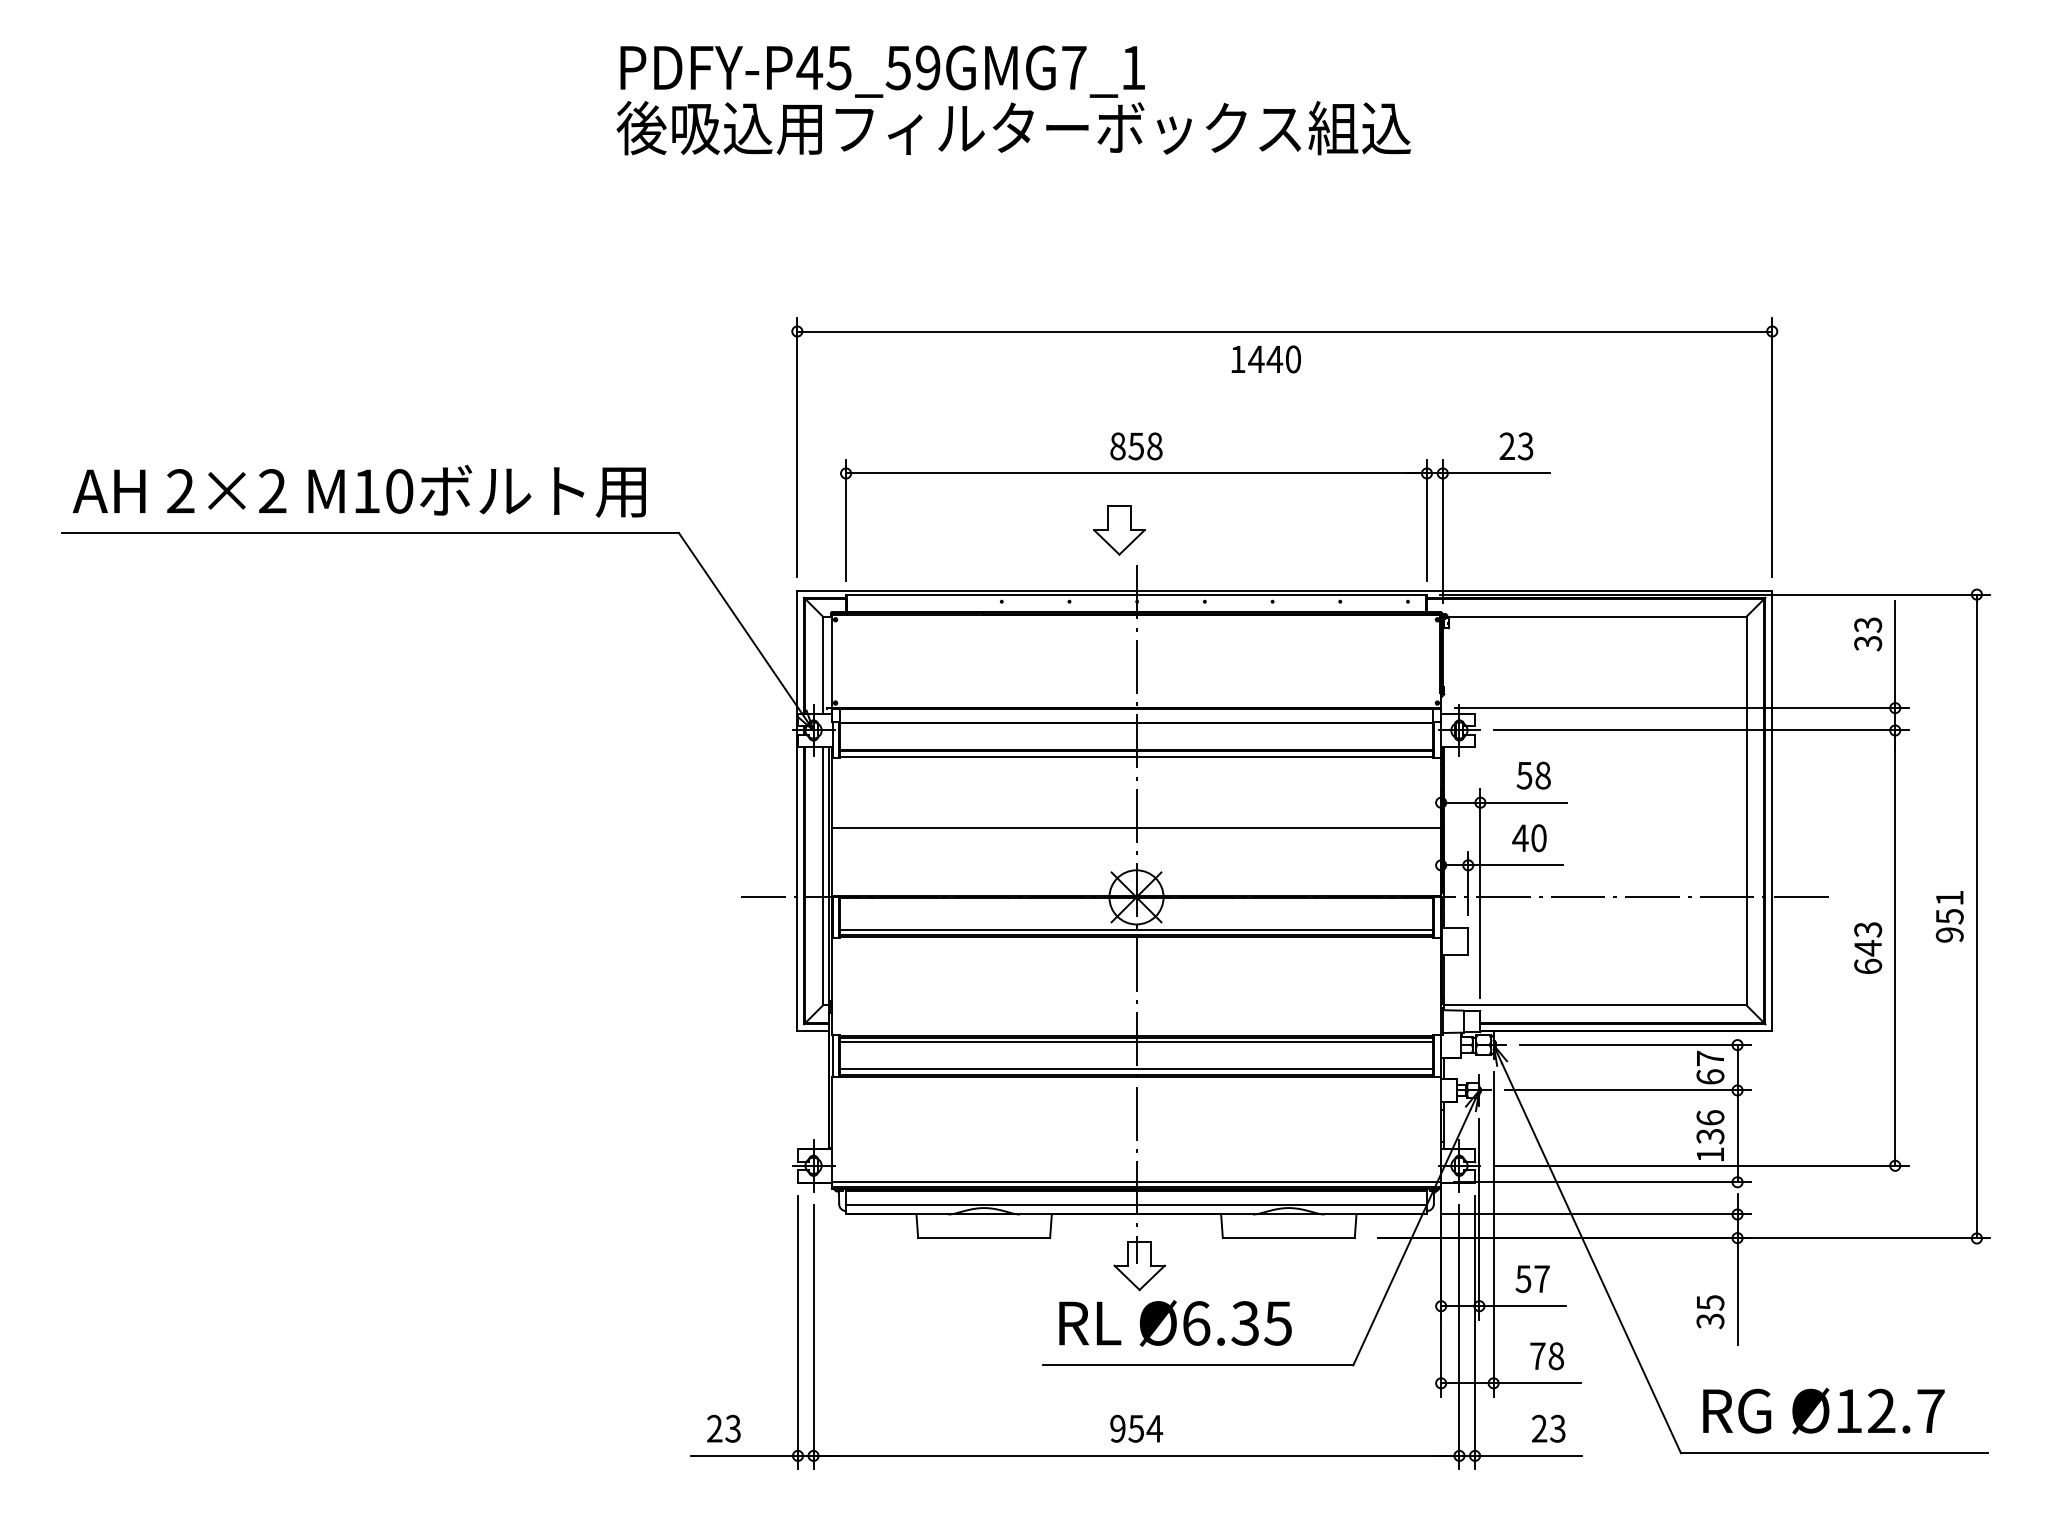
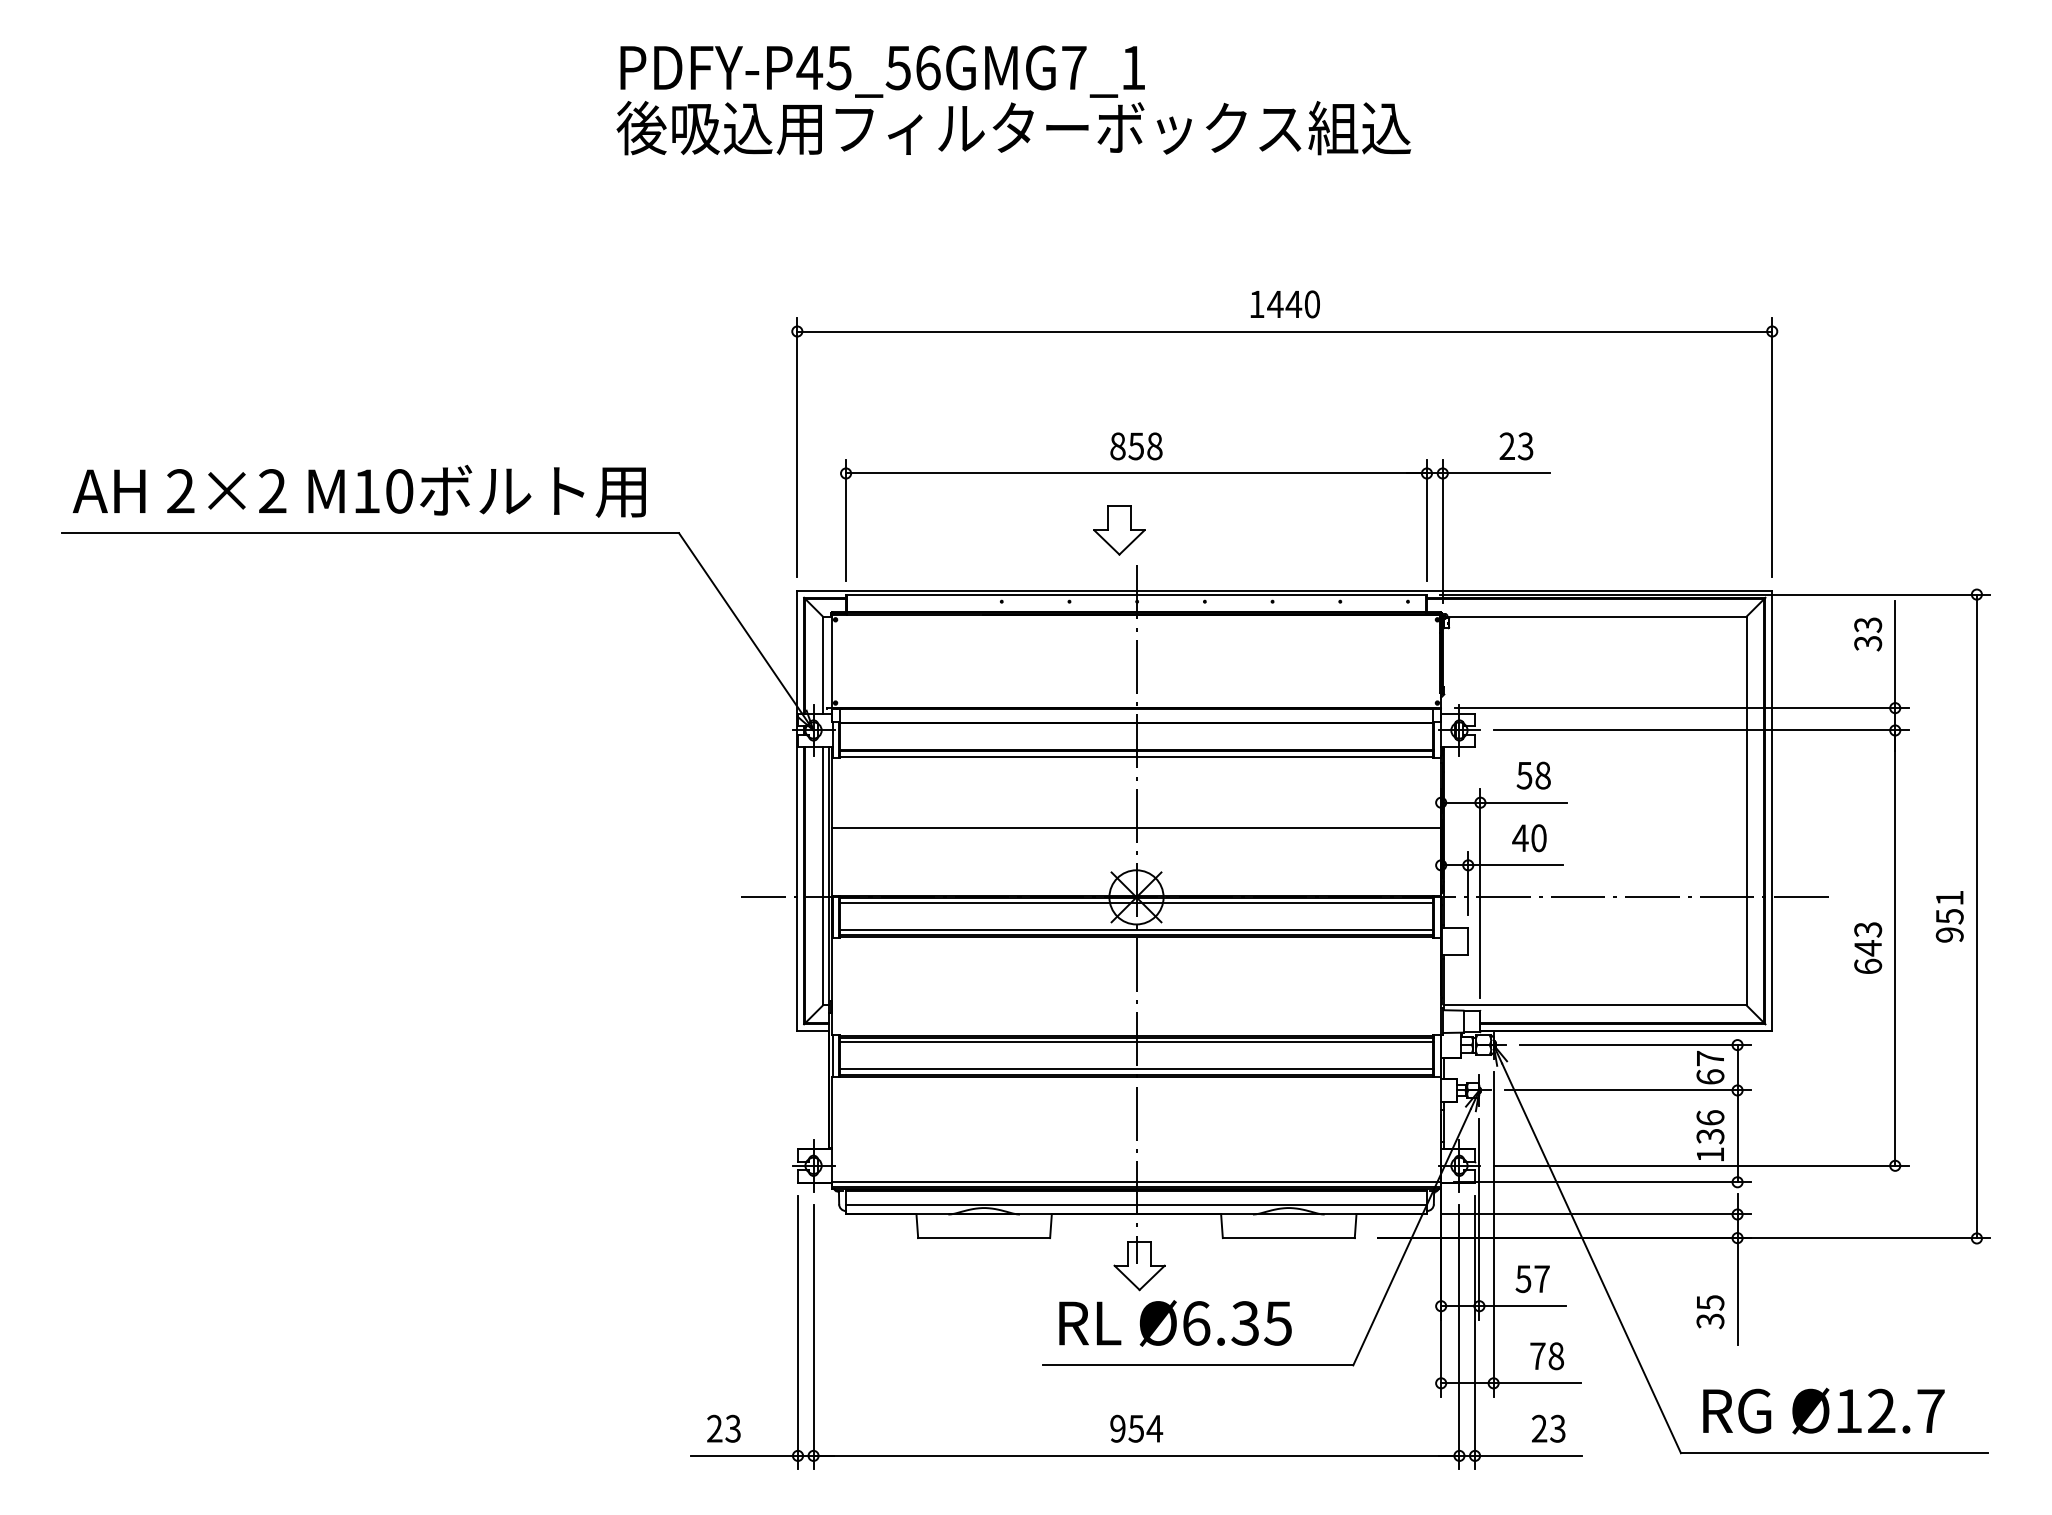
text at (928, 67): PDFY-P45_59GMG7_1 -> PDFY-P45_56GMG7_1
text at (1265, 359) position: (1265, 359) -> (1284, 304)
line at (1136, 902): none -> present
